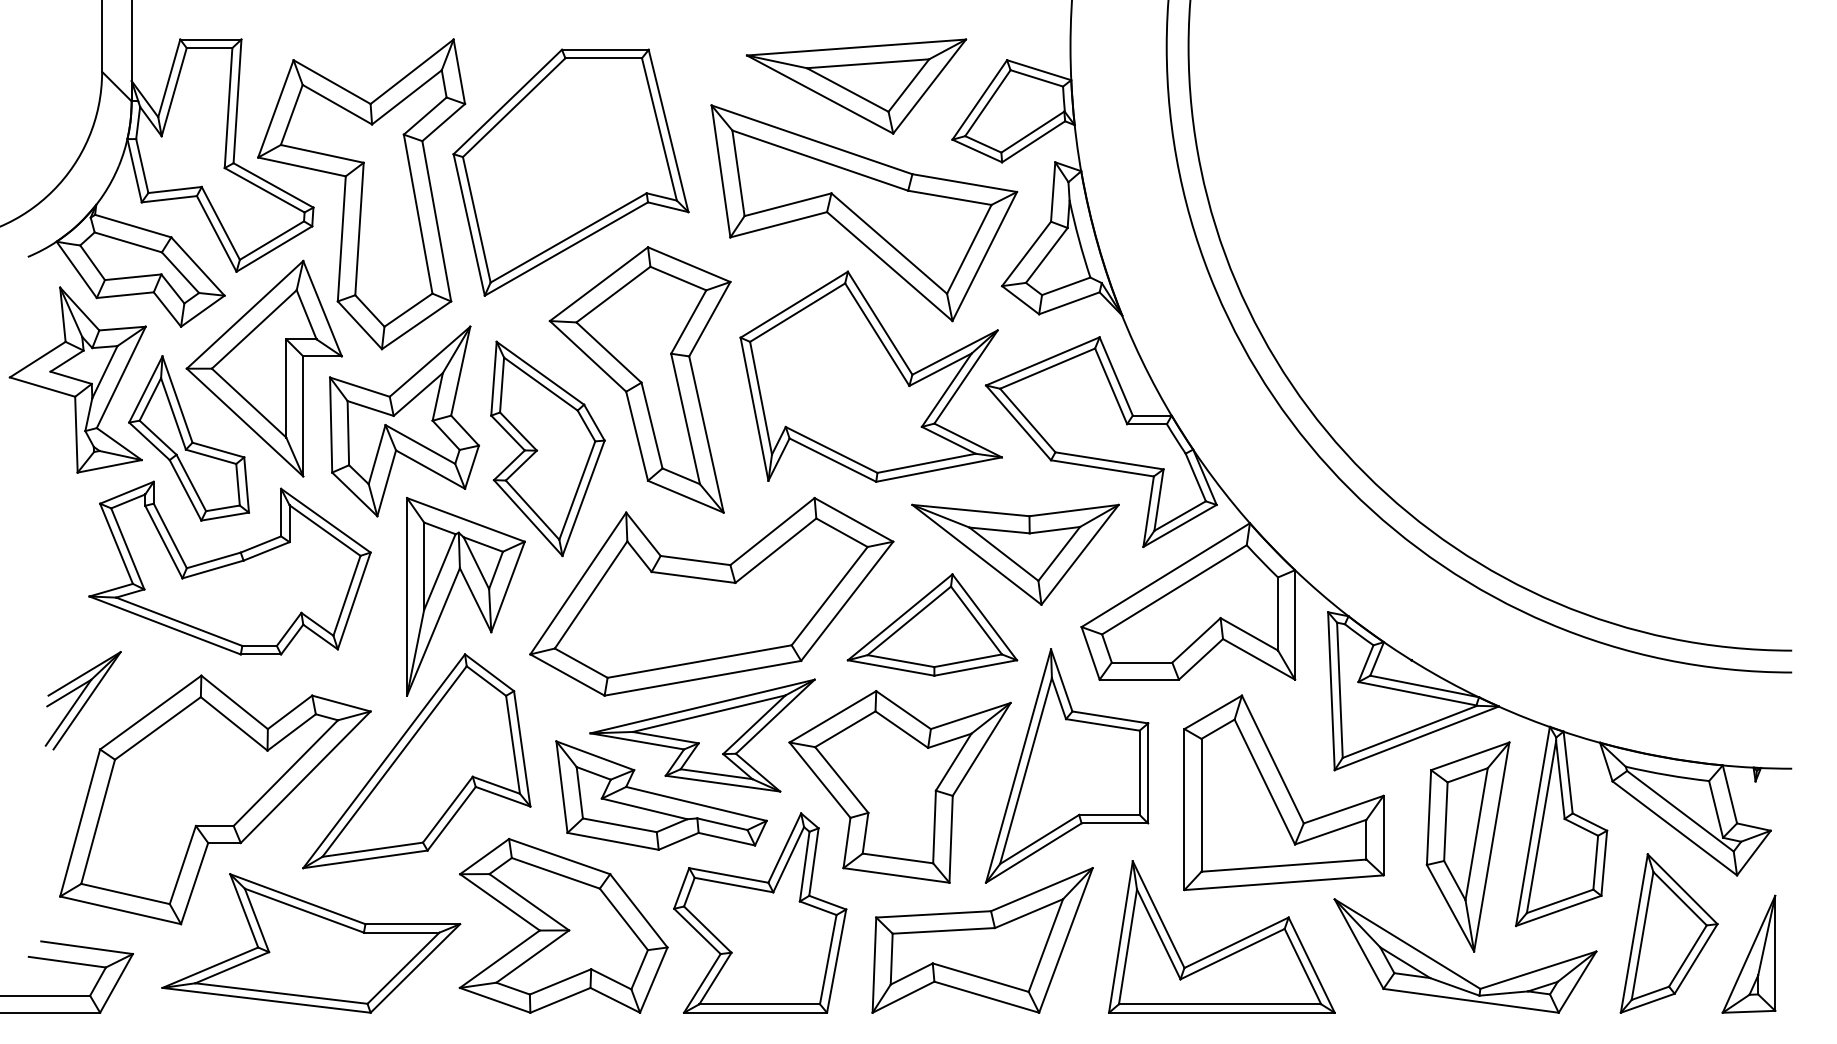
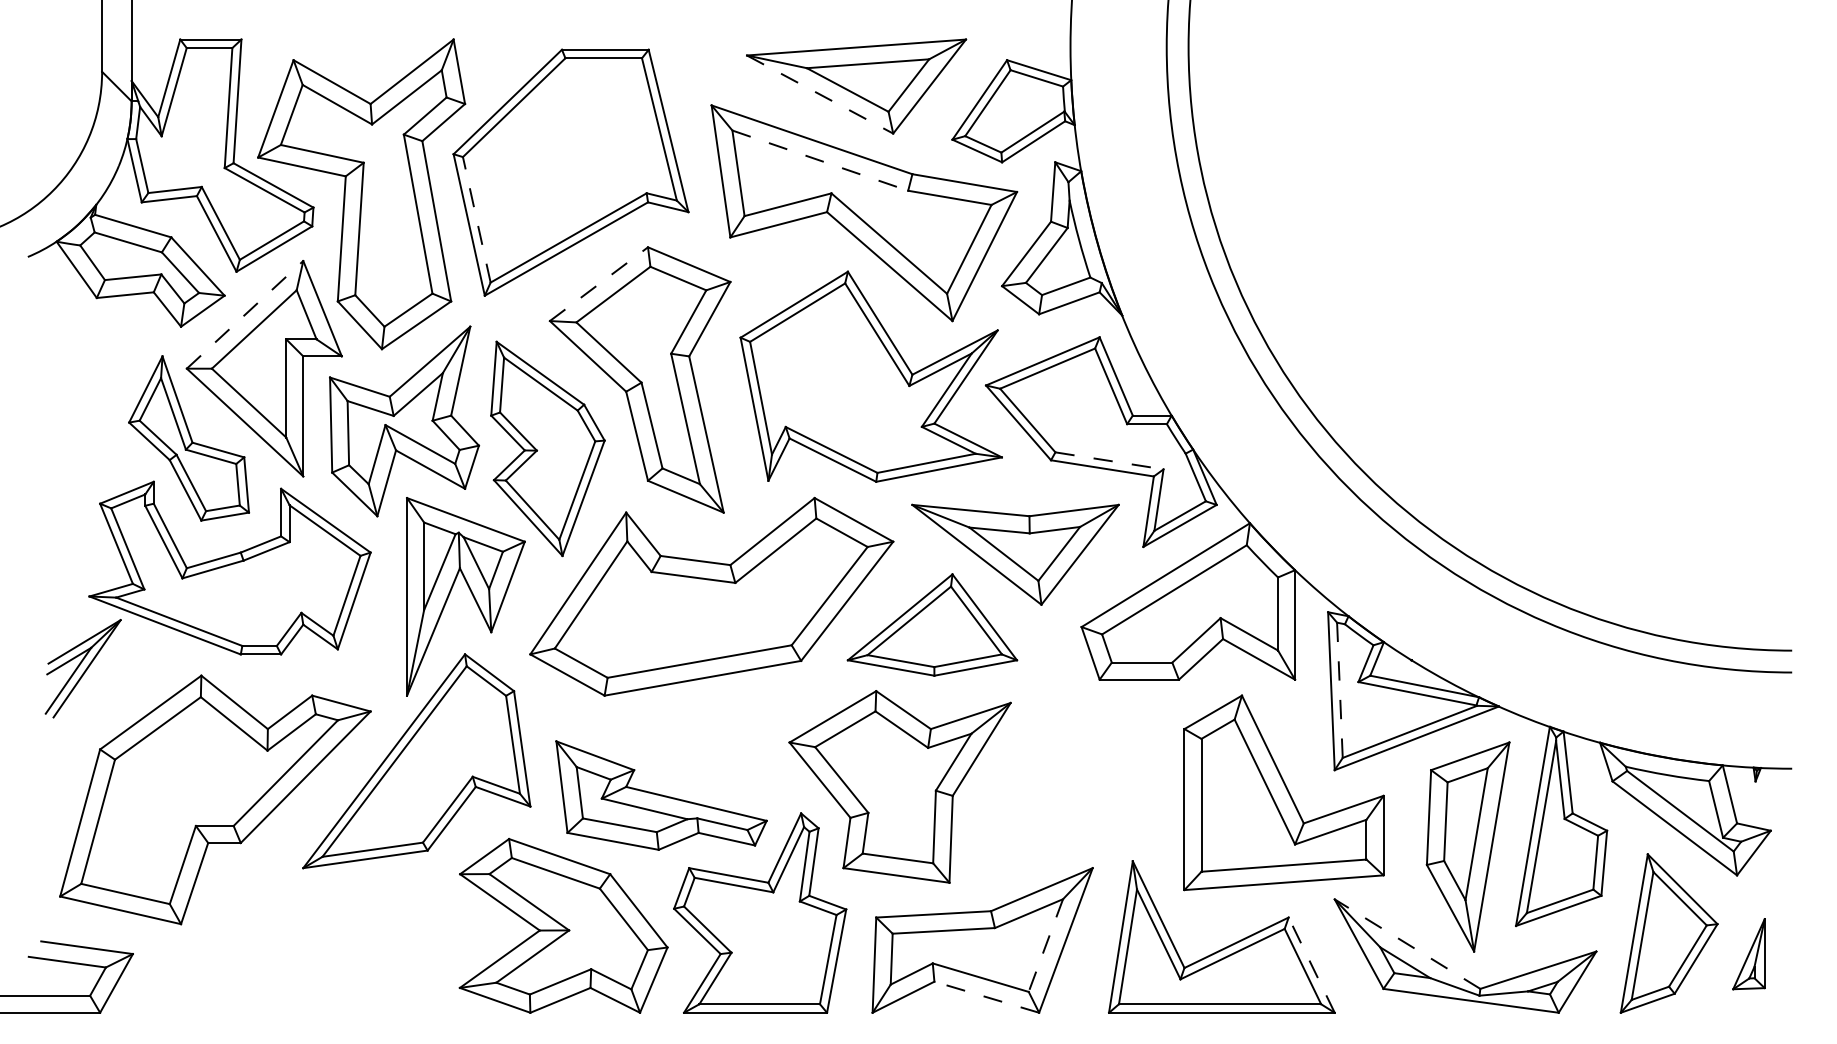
line at (820, 94): solid -> dashed
line at (820, 160): solid -> dashed
line at (476, 219): solid -> dashed
line at (599, 283): solid -> dashed
line at (245, 314): solid -> dashed
part at (77, 379): present -> none
line at (1109, 460): solid -> dashed
line at (1339, 690): solid -> dashed
part at (82, 700) position: (82, 700) -> (82, 668)
part at (702, 735): present -> none
part at (1066, 765): present -> none
part at (311, 943): present -> none
line at (1407, 943): solid -> dashed
line at (1045, 946): solid -> dashed
part at (1748, 953) size: 56x120 px -> 34x73 px
line at (1311, 965): solid -> dashed
line at (986, 997): solid -> dashed
